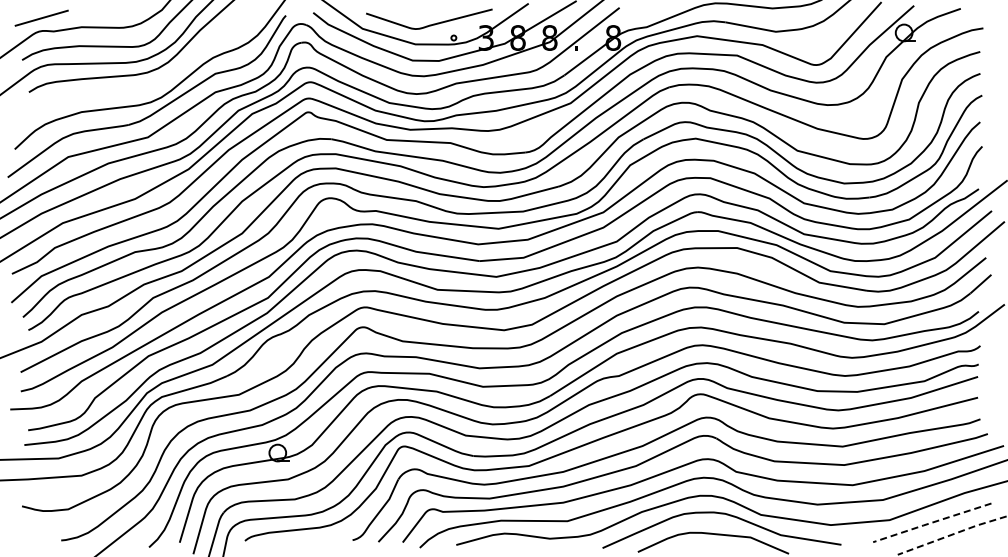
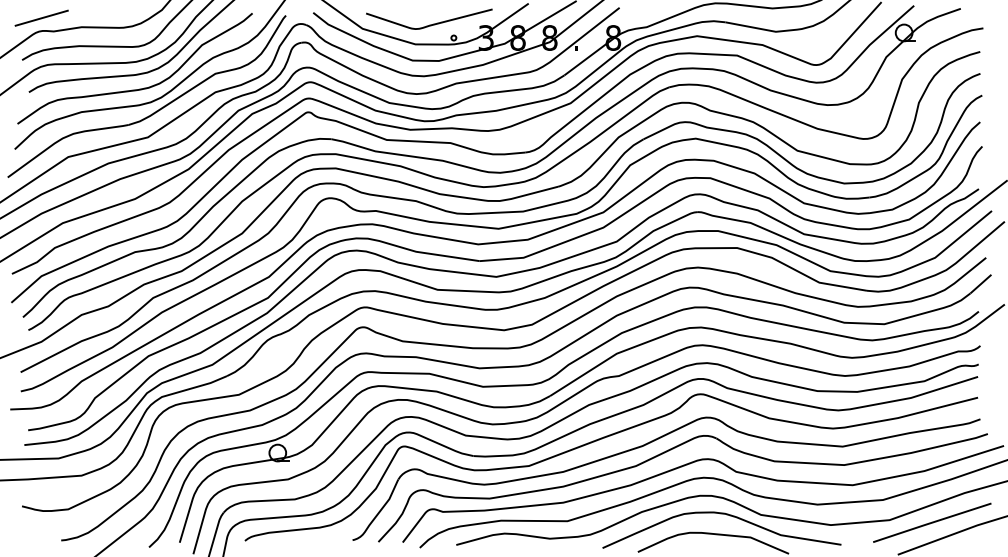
curve at (139, 88): none -> present
line at (931, 522): dashed -> solid
line at (953, 534): dashed -> solid
